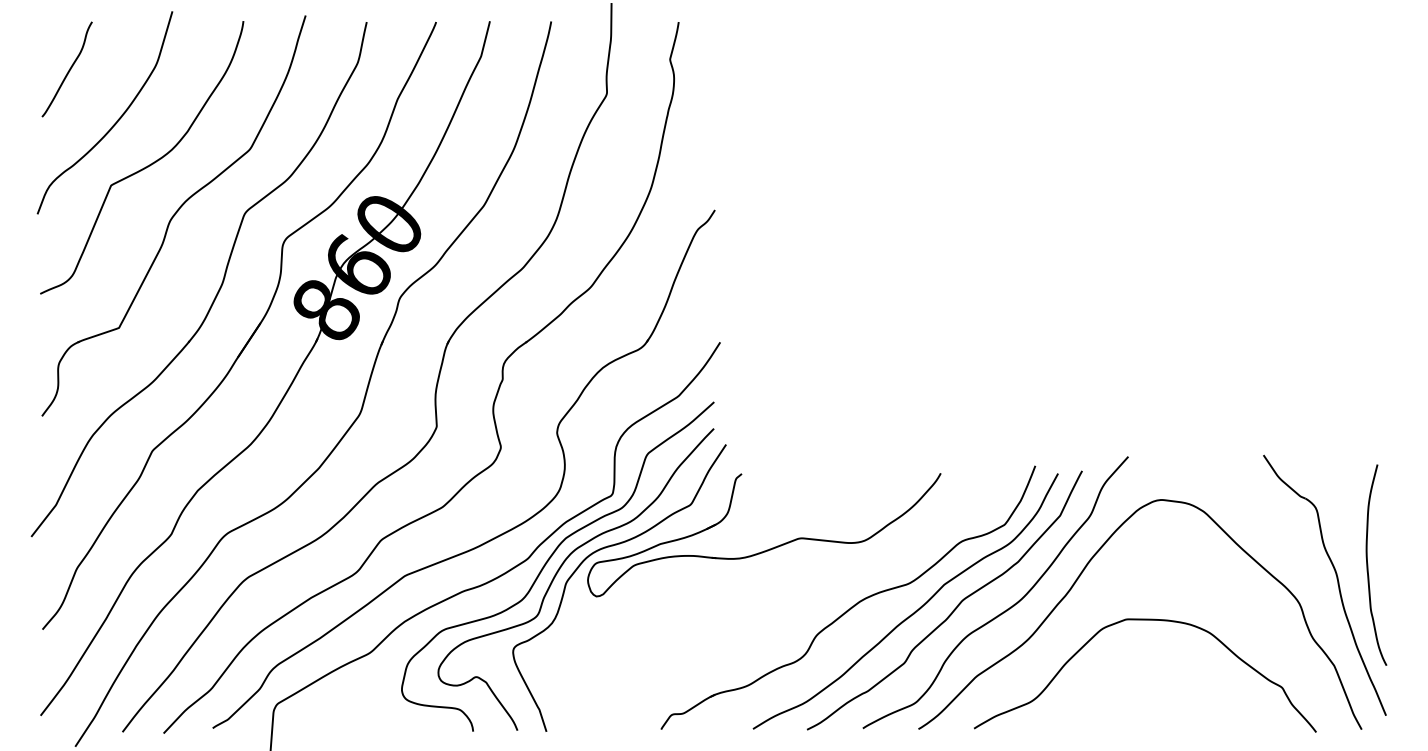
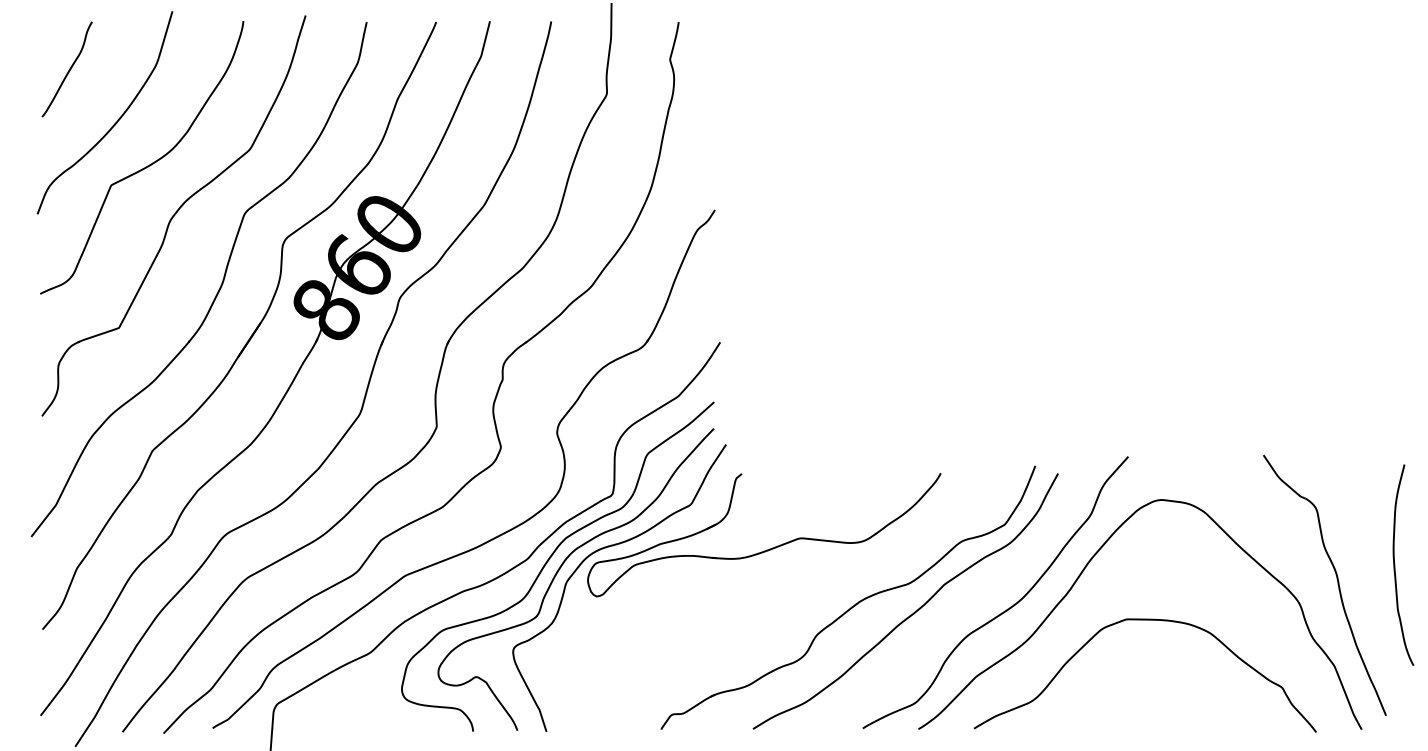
curve at (1368, 564) position: (1368, 564) -> (1395, 564)
curve at (953, 609): present -> none
